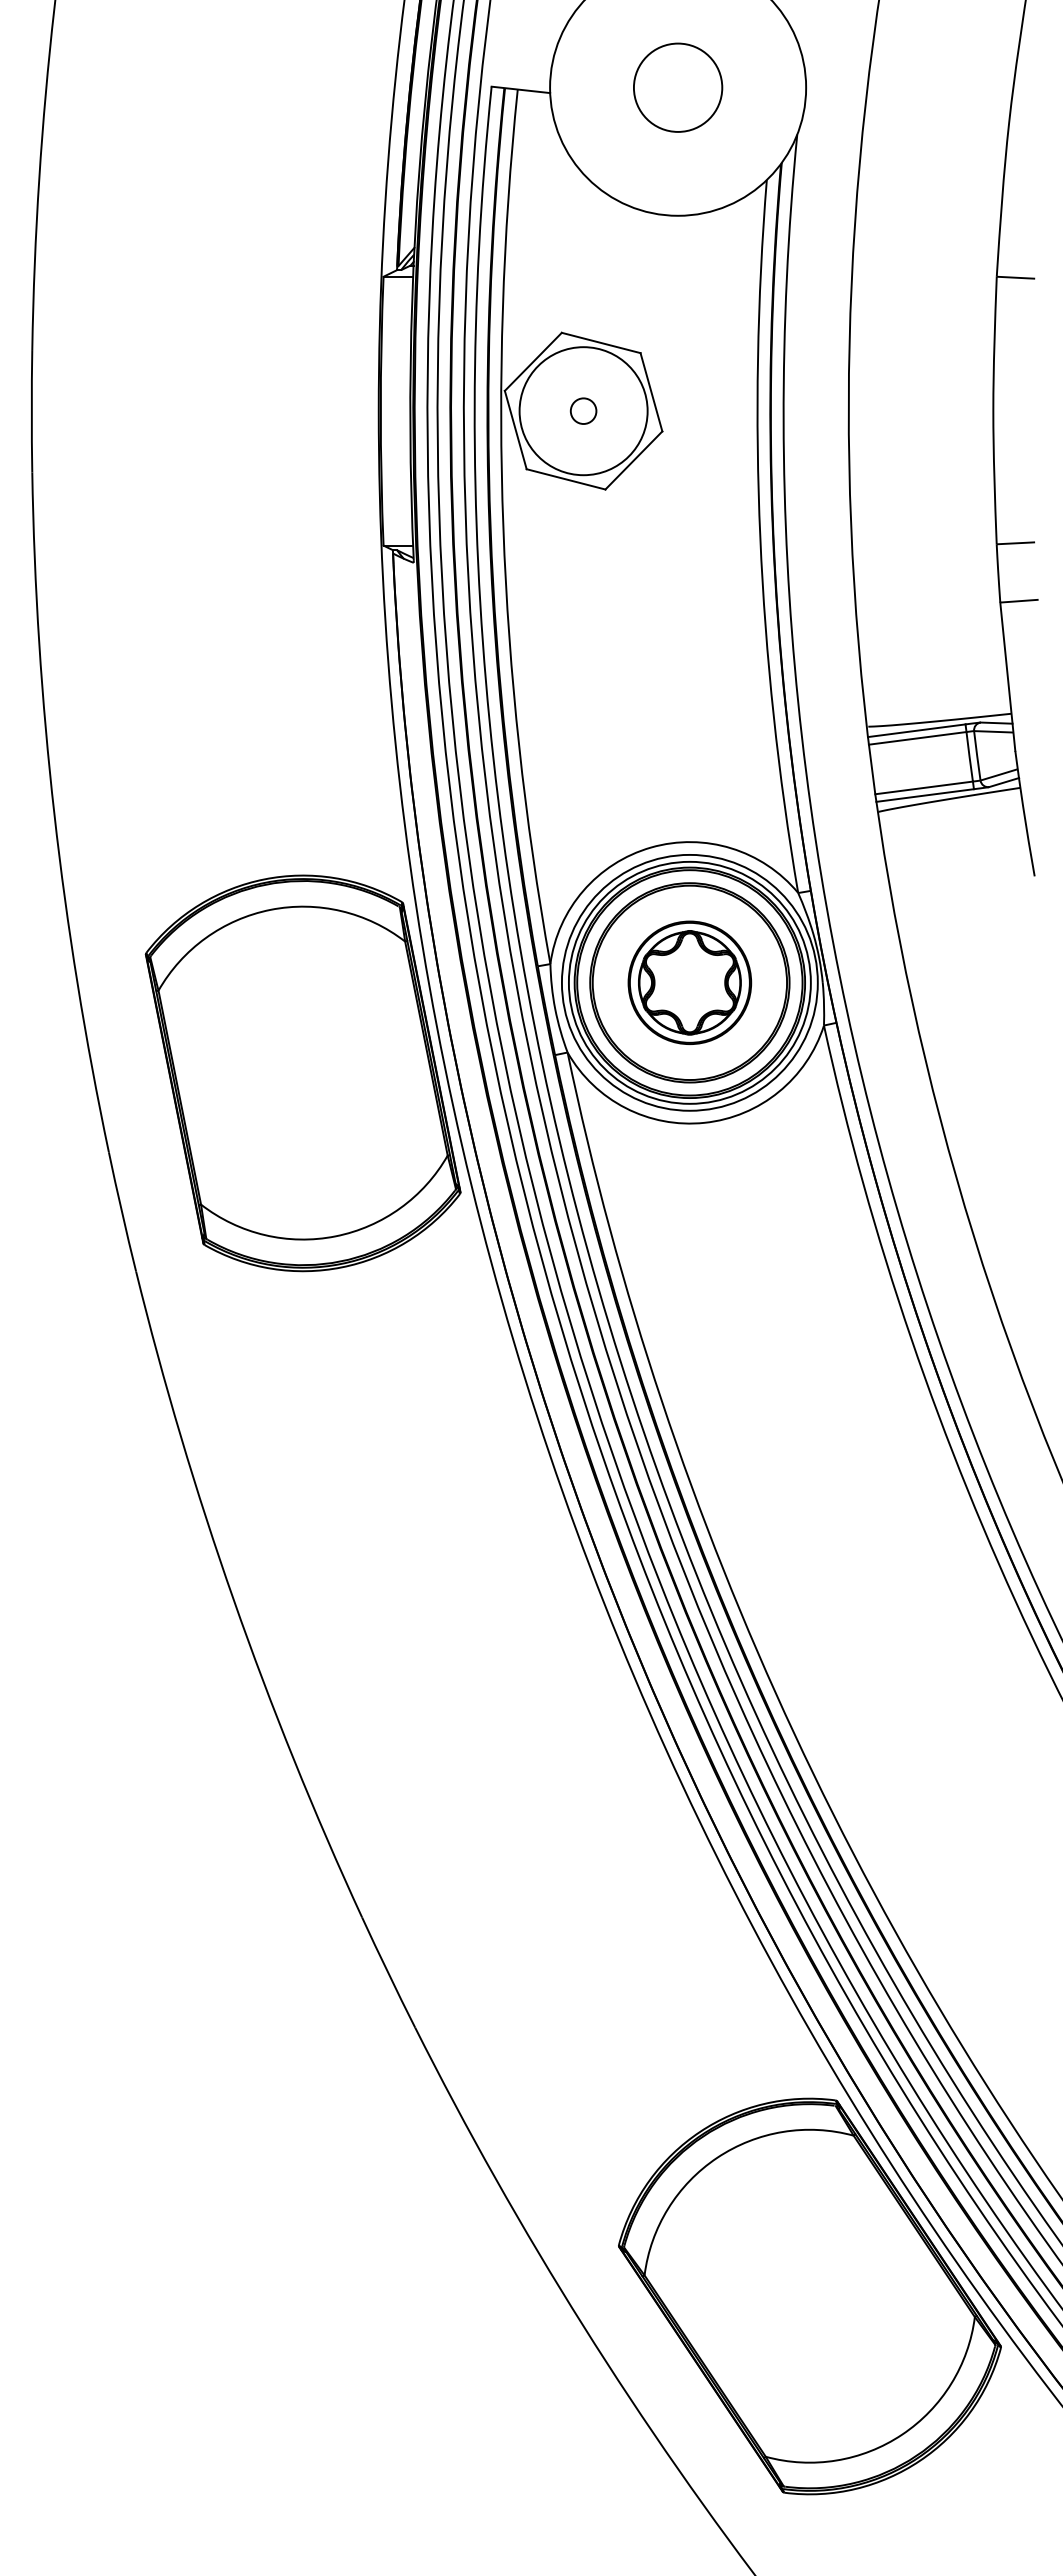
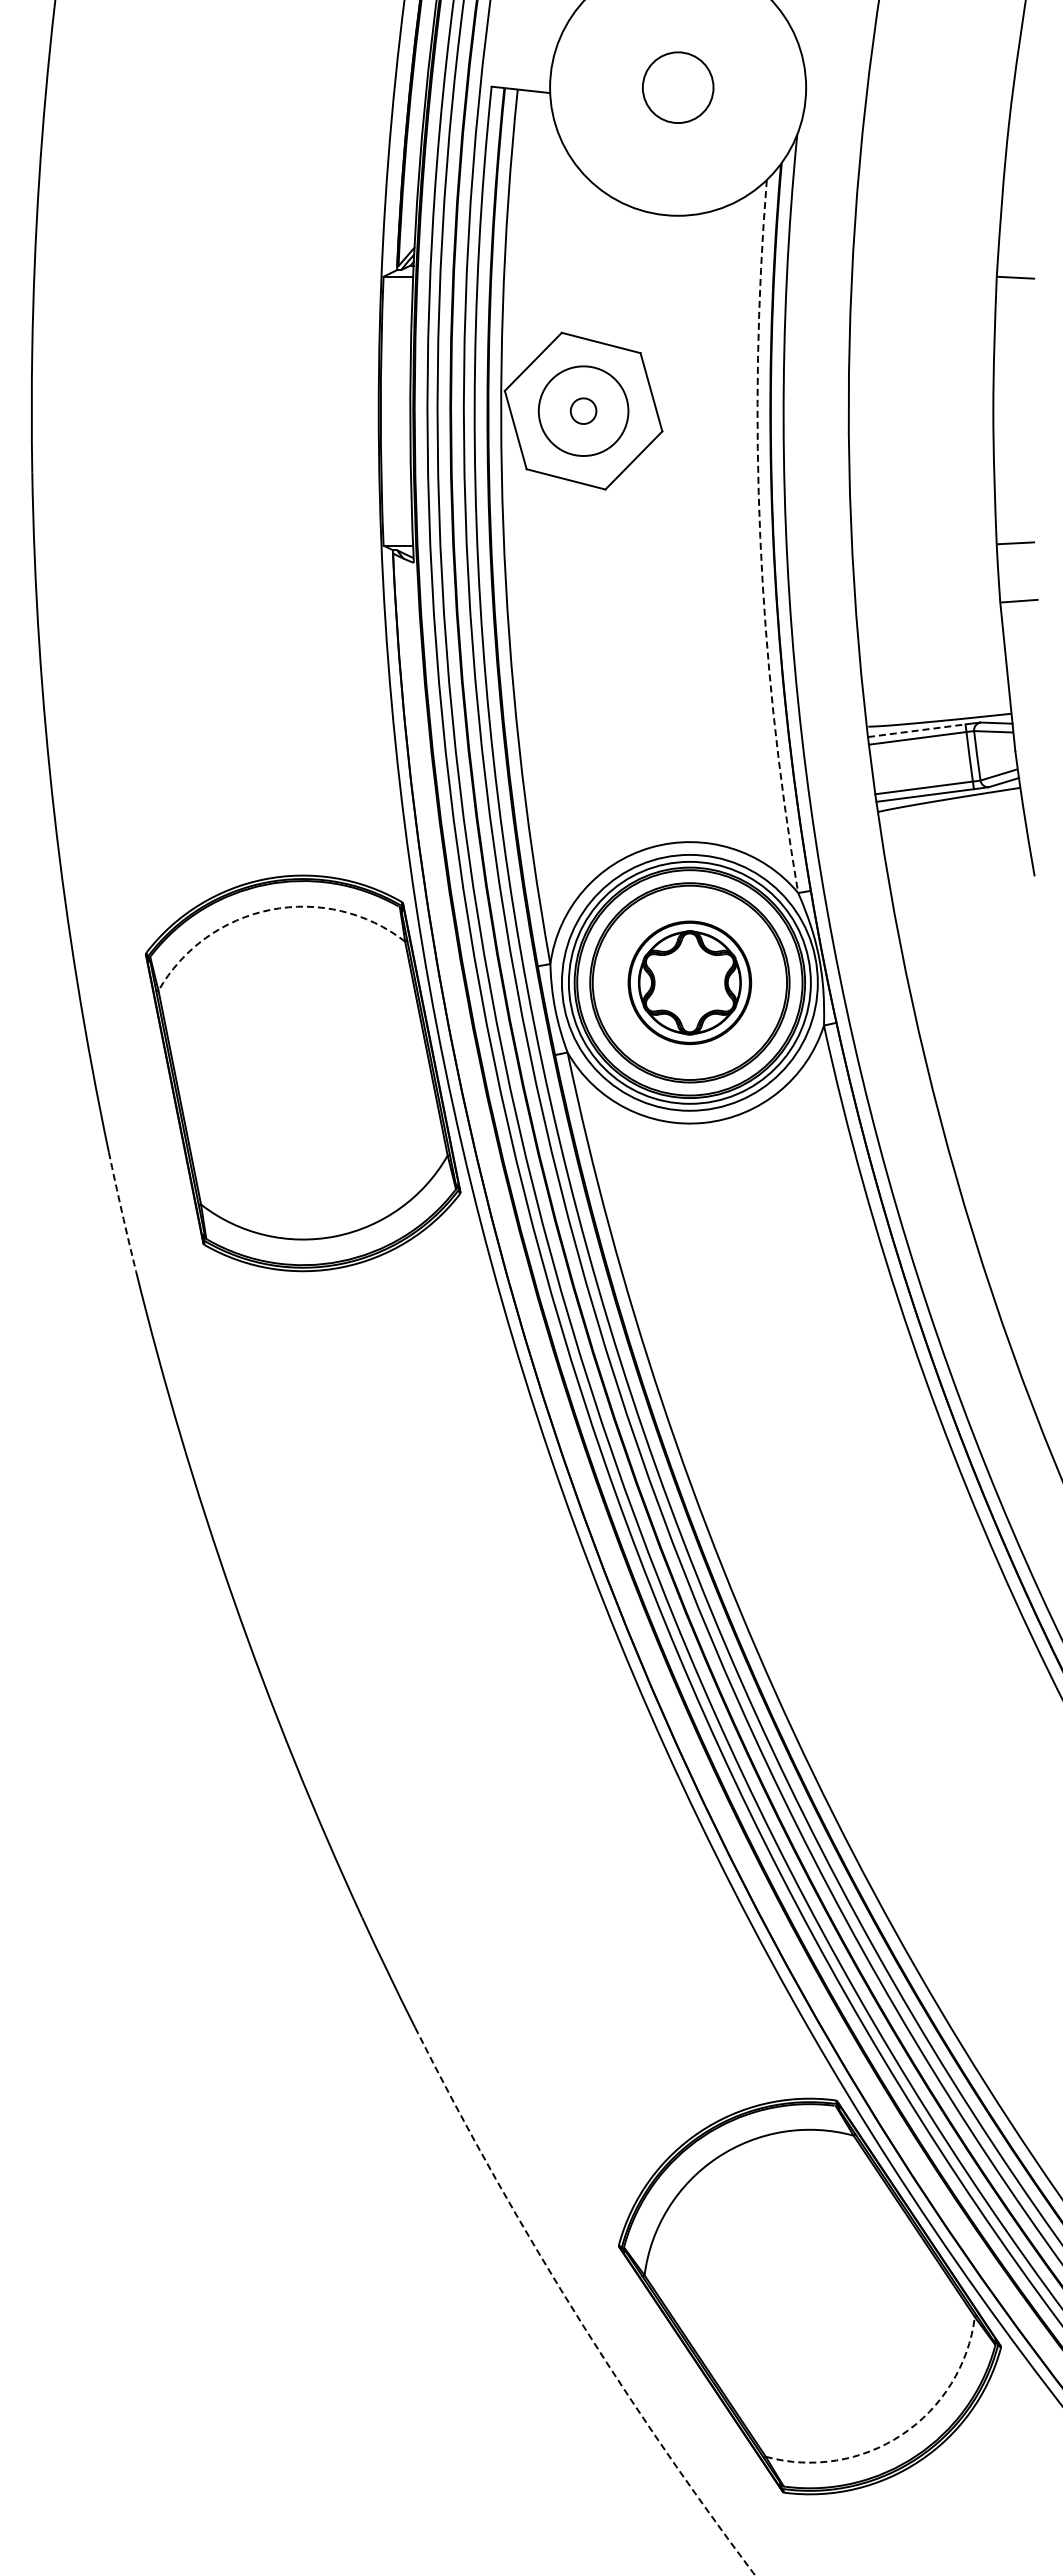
circle at (678, 87) size: 91x91 px -> 73x73 px
circle at (583, 411) diameter: 128 px -> 90 px
arc at (760, 537): solid -> dashed
line at (917, 730): solid -> dashed
arc at (270, 909): solid -> dashed
arc at (122, 1212): solid -> dashed
arc at (573, 2309): solid -> dashed
arc at (902, 2434): solid -> dashed
